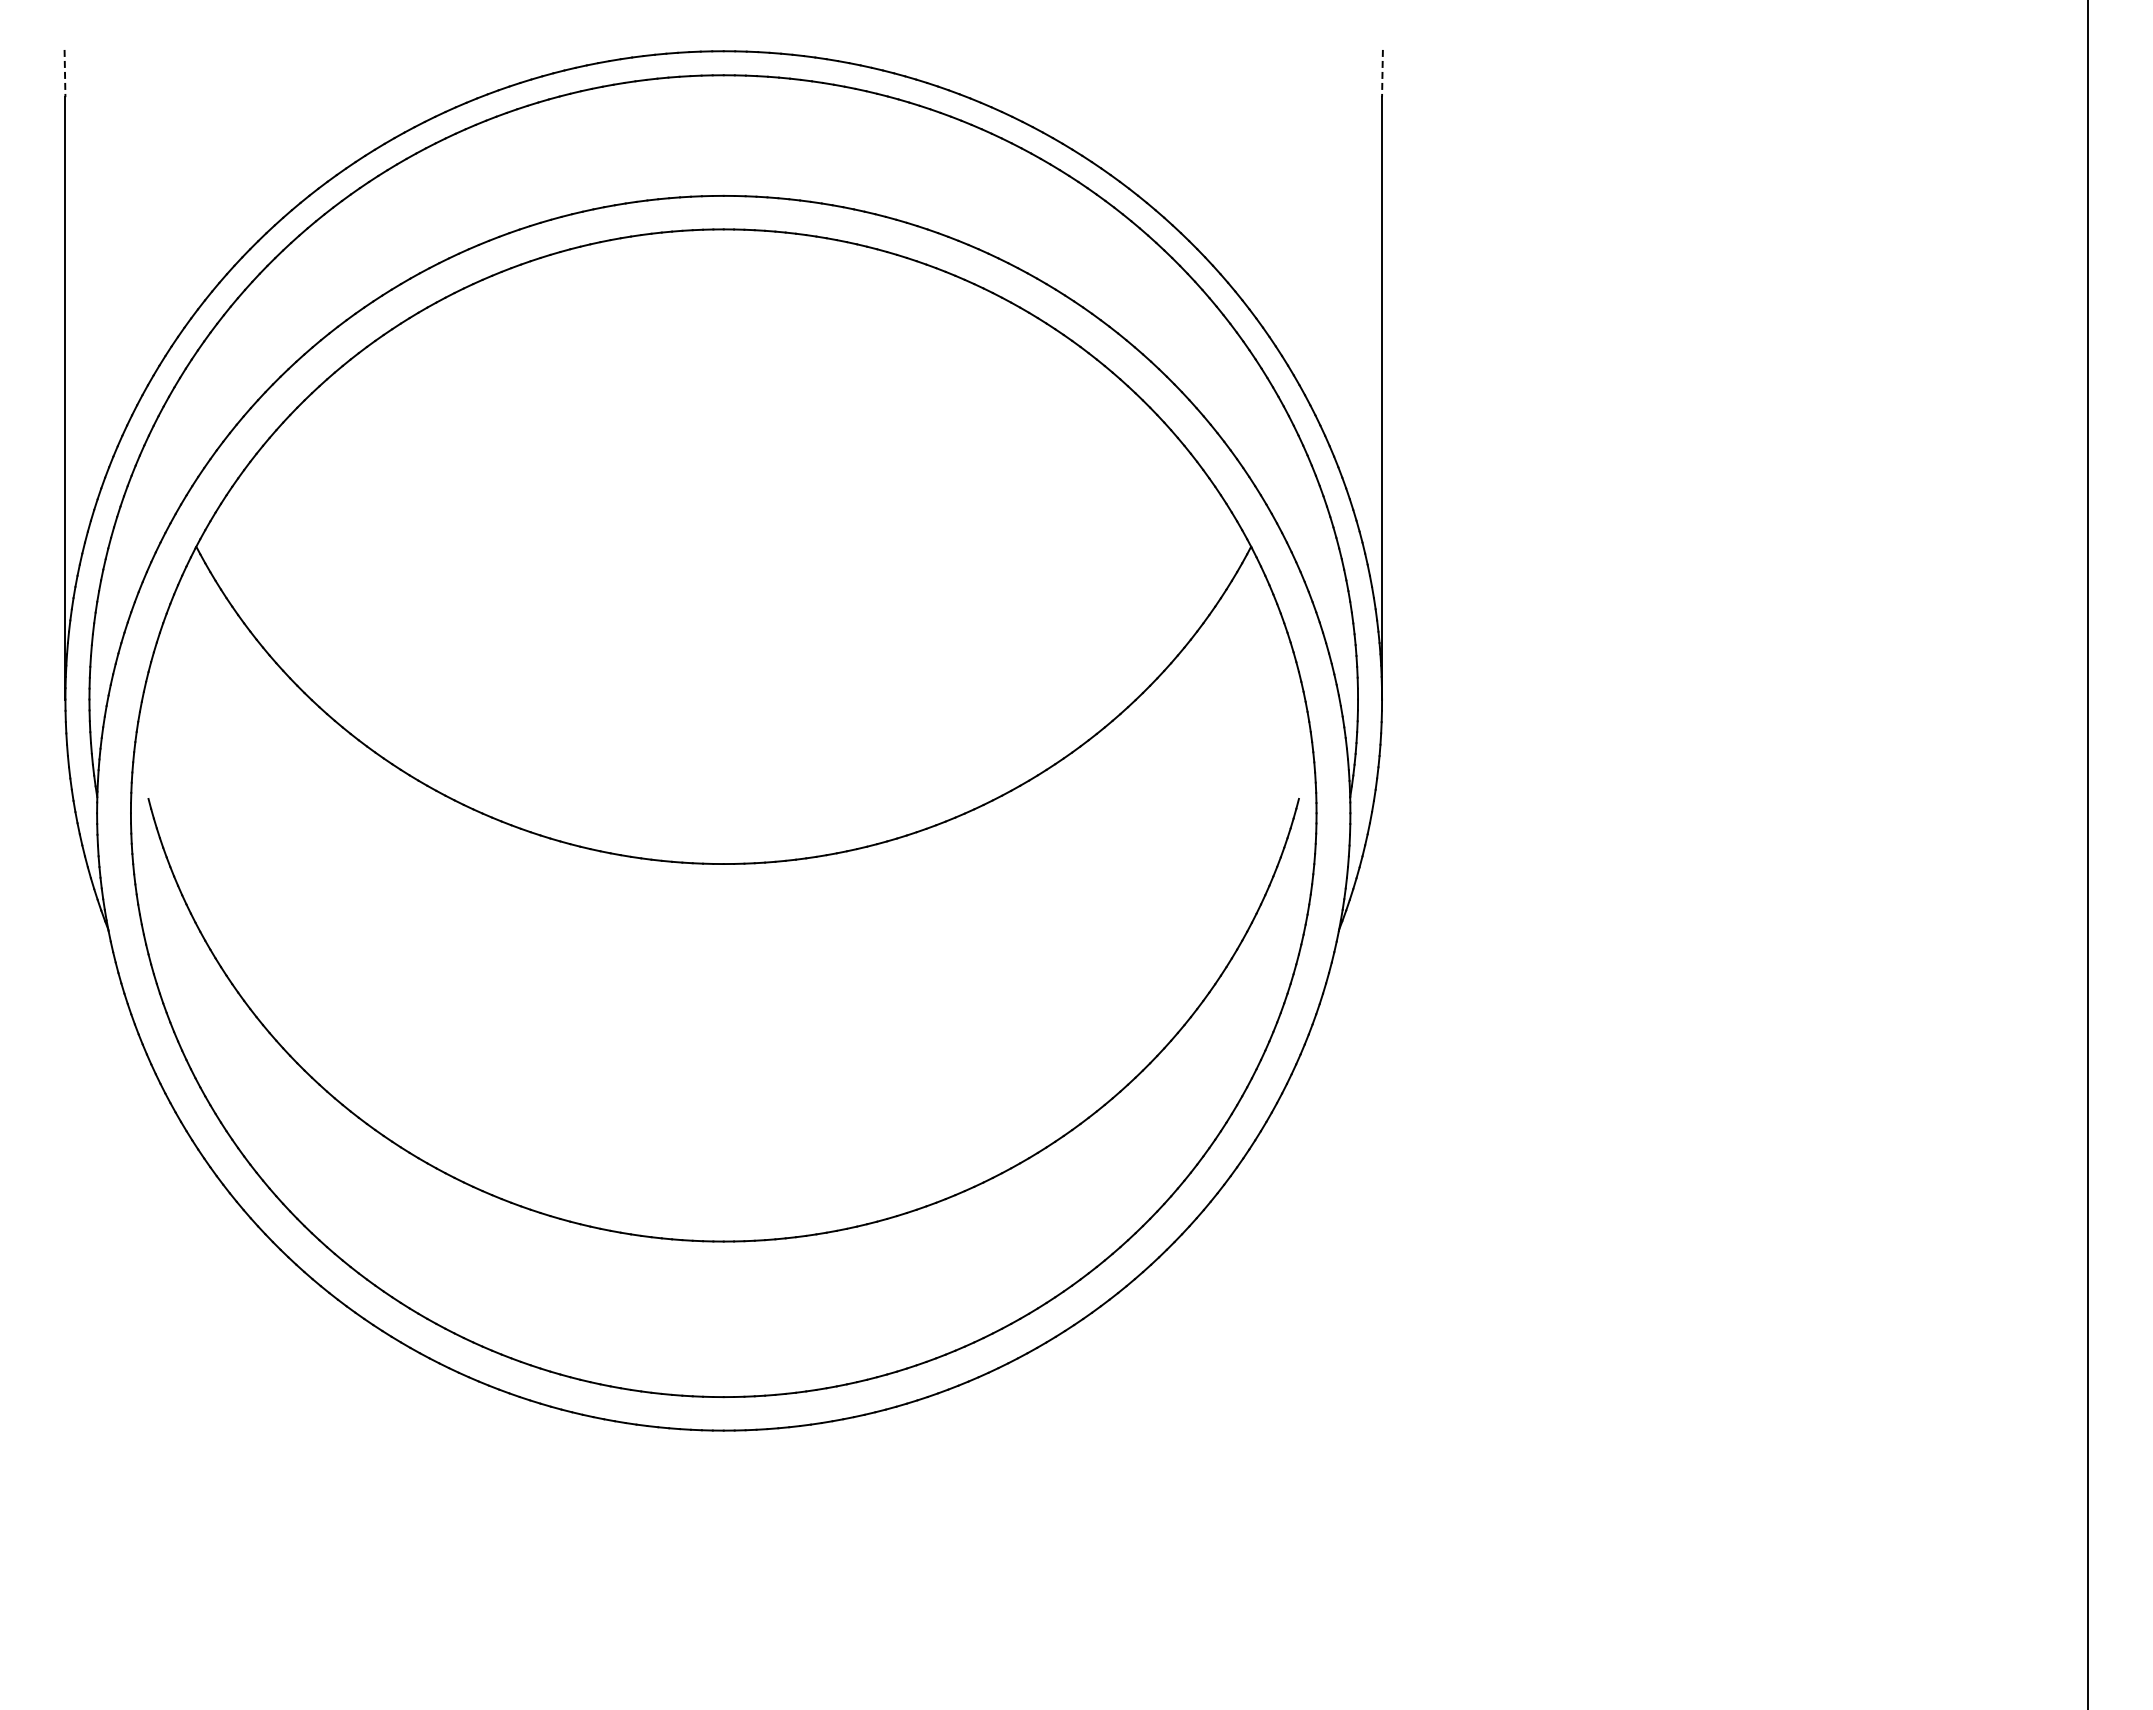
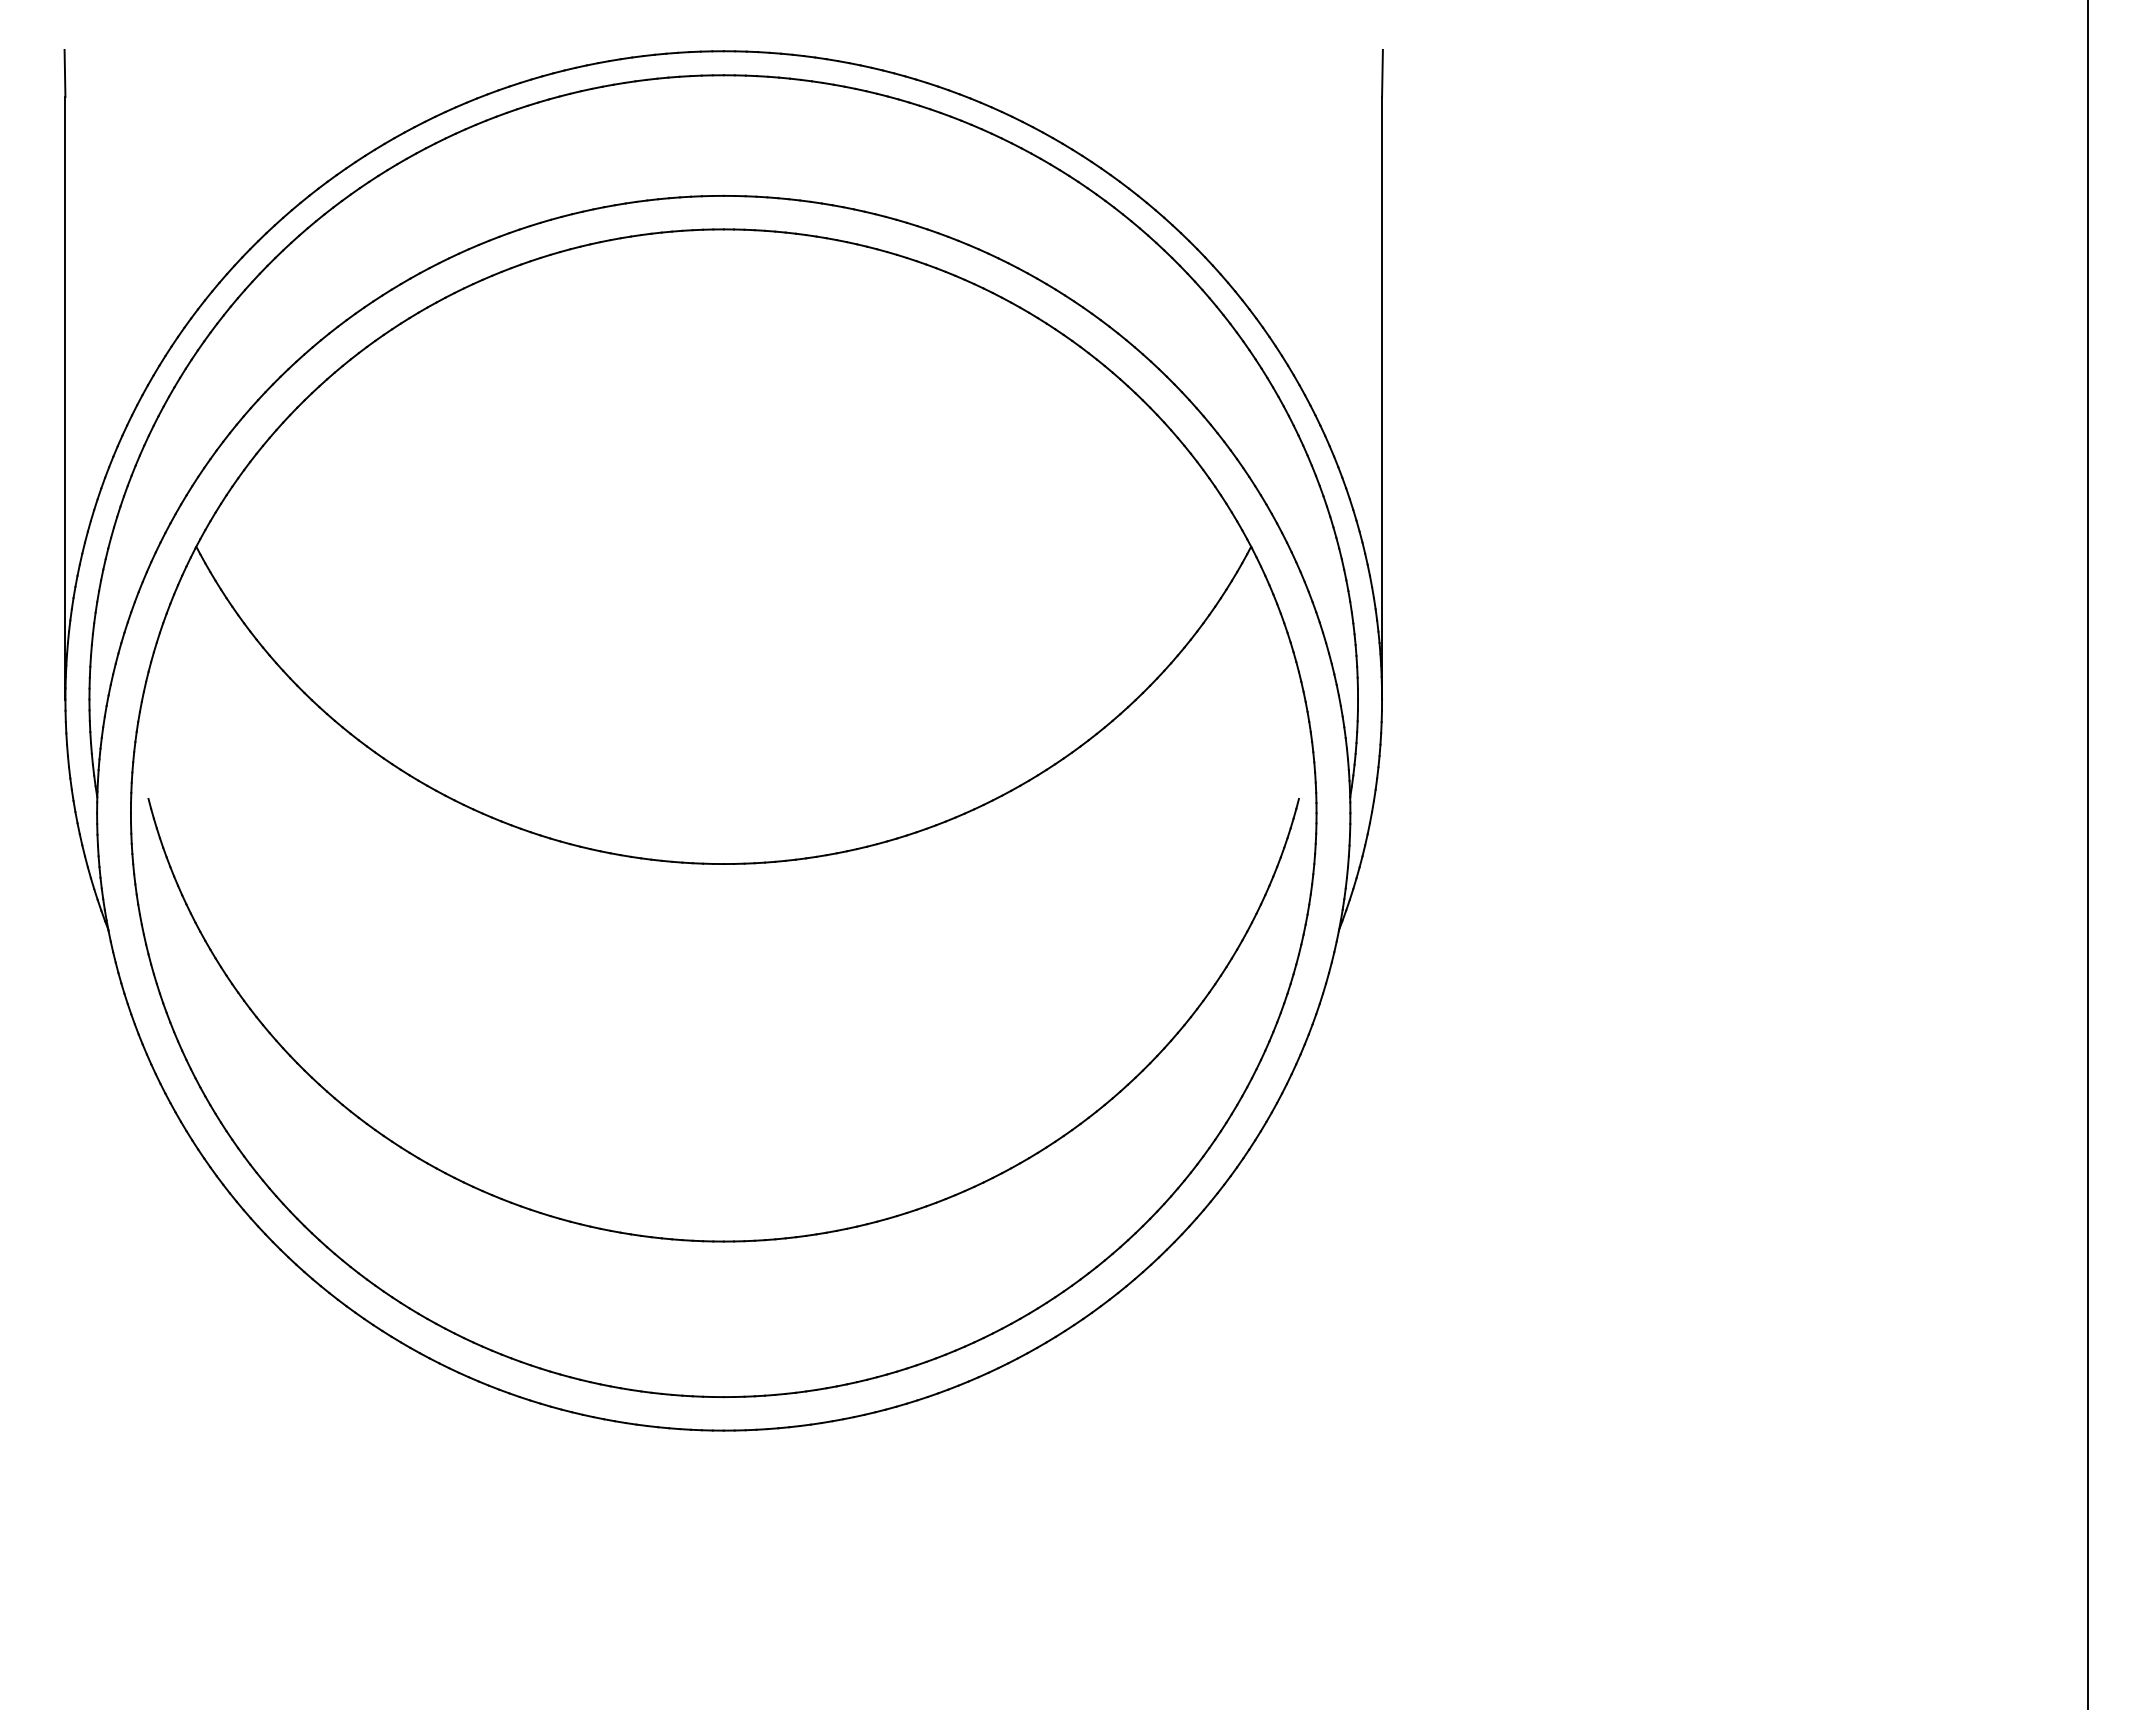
line at (65, 73): dashed -> solid
line at (1382, 73): dashed -> solid
